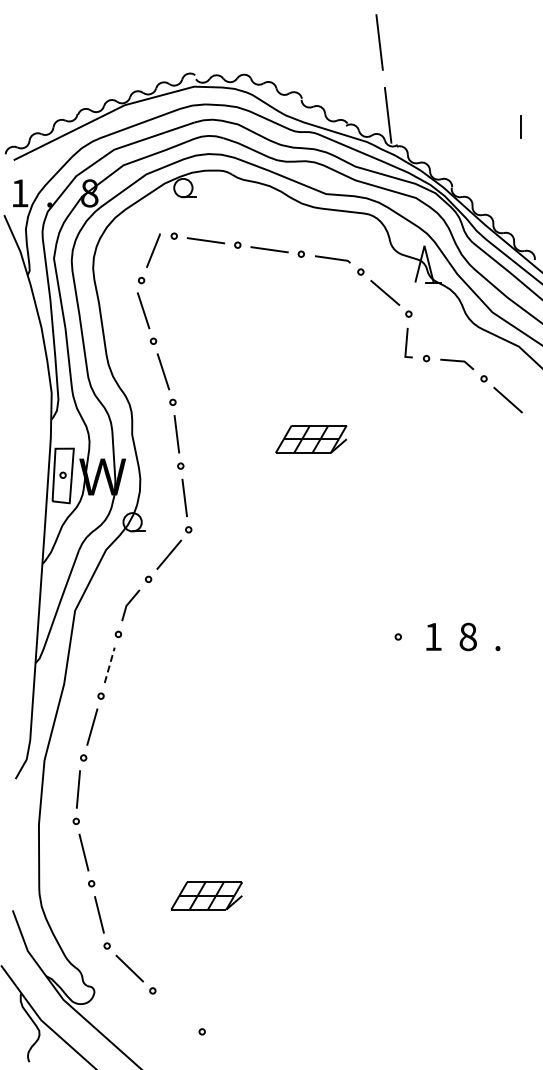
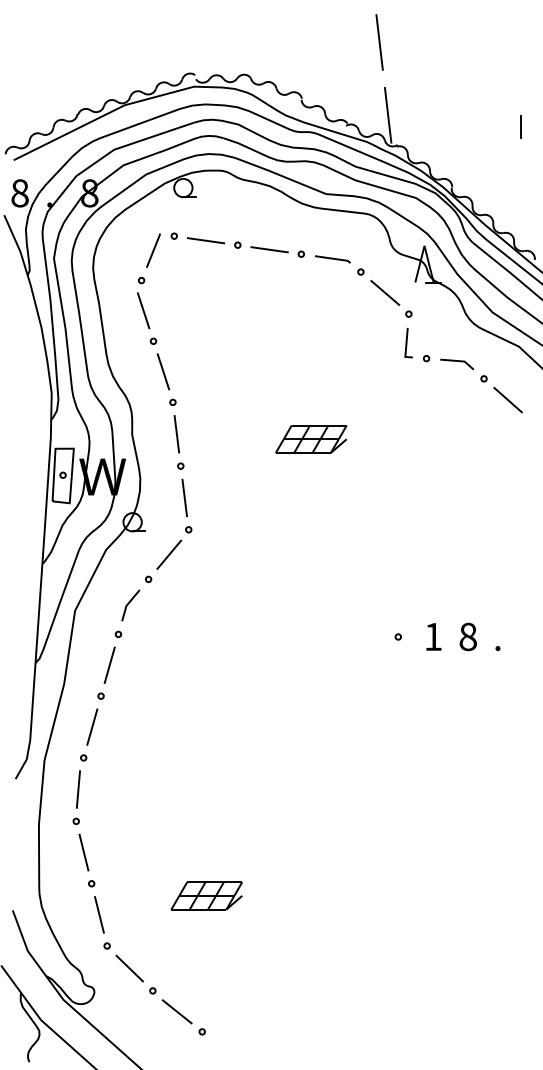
text at (19, 193): 1 -> 8
line at (109, 664): dashed -> solid
line at (176, 1011): none -> present
